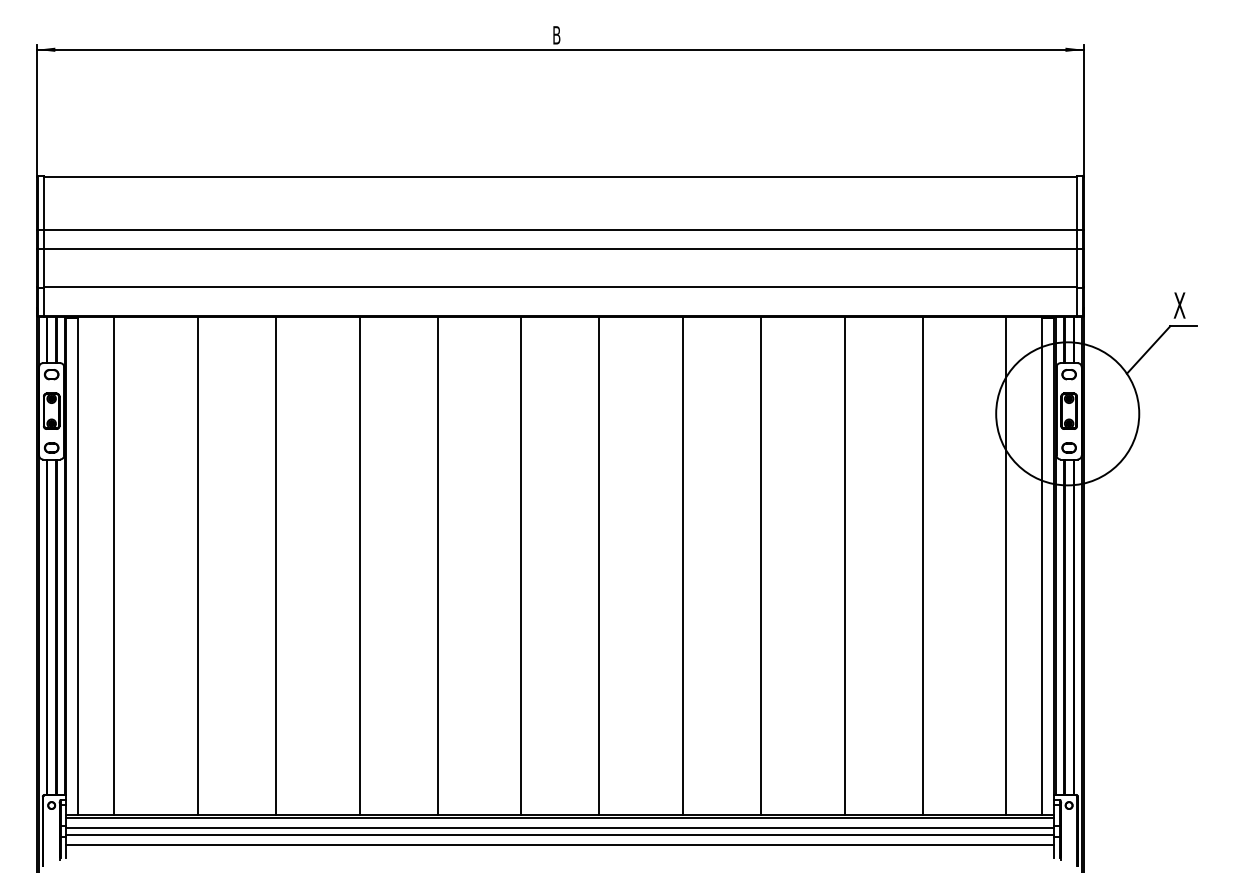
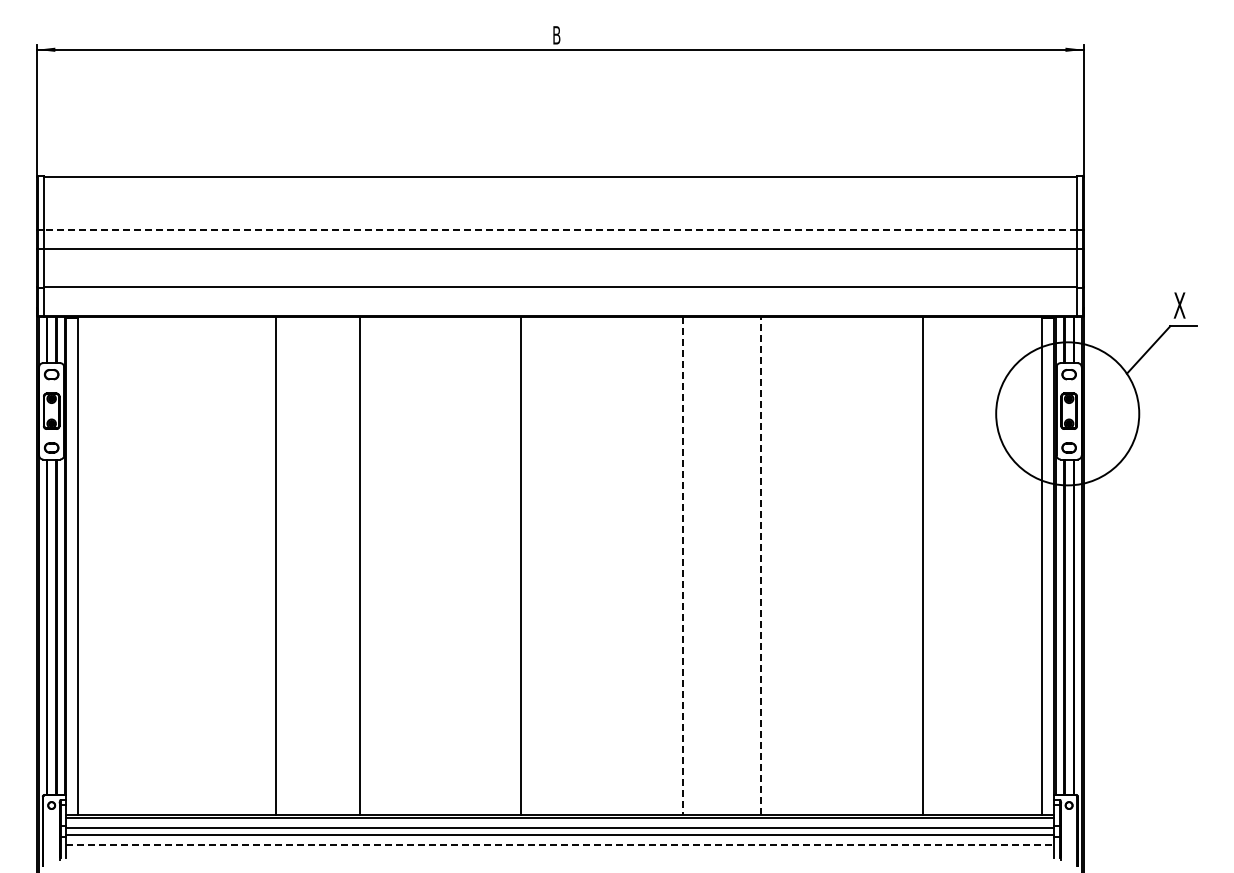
line at (559, 229): solid -> dashed
line at (114, 565): present -> none
line at (198, 565): present -> none
line at (437, 565): present -> none
line at (599, 565): present -> none
line at (760, 565): solid -> dashed
line at (844, 565): present -> none
line at (1006, 565): present -> none
line at (683, 566): solid -> dashed
line at (560, 845): solid -> dashed
